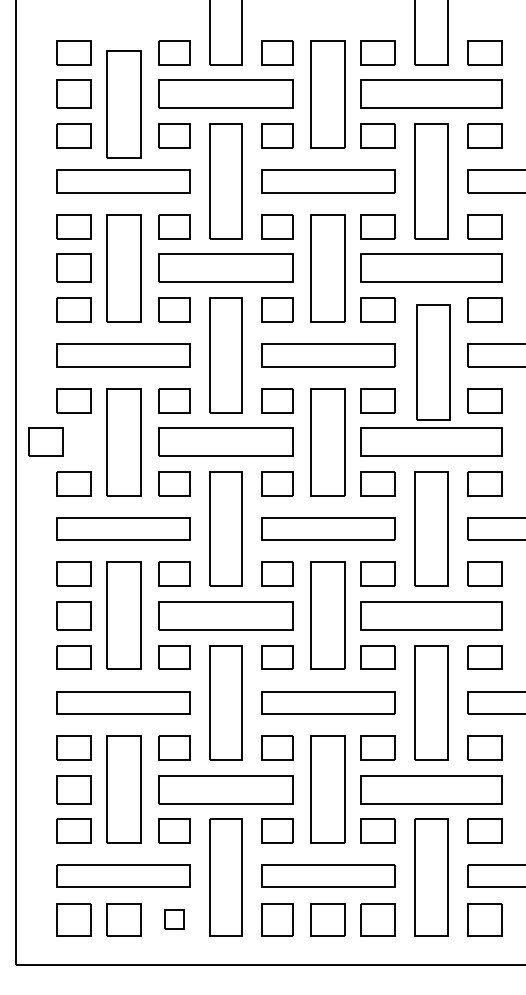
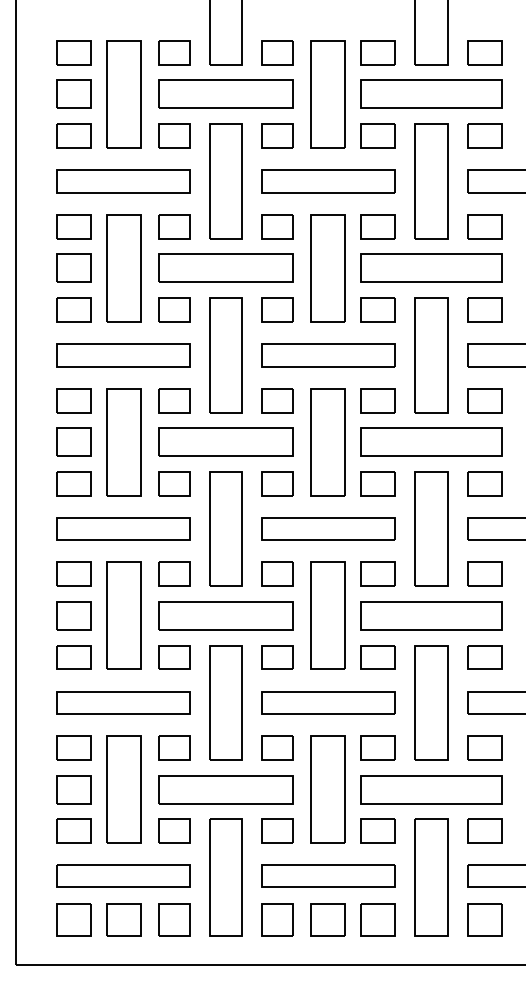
part at (123, 104) position: (123, 104) -> (123, 94)
part at (433, 362) position: (433, 362) -> (431, 355)
part at (45, 441) position: (45, 441) -> (73, 441)
part at (174, 919) size: 21x21 px -> 33x34 px
